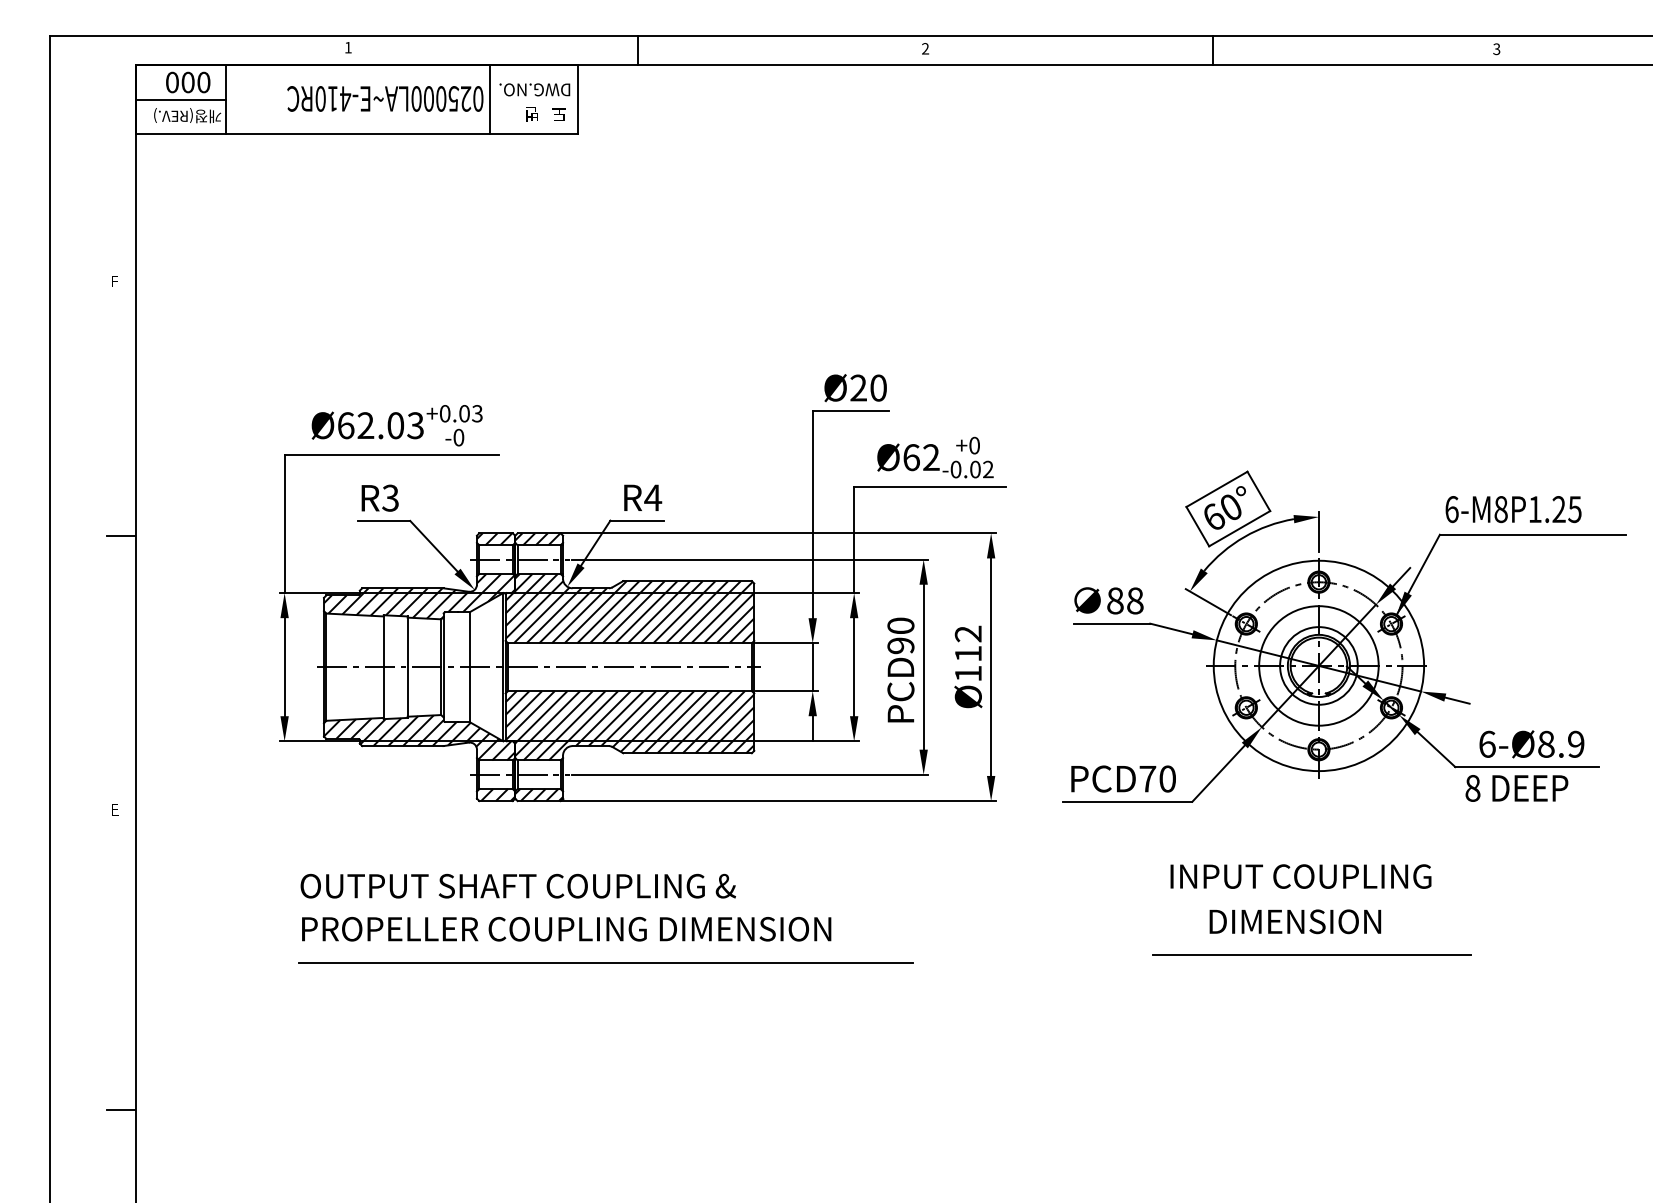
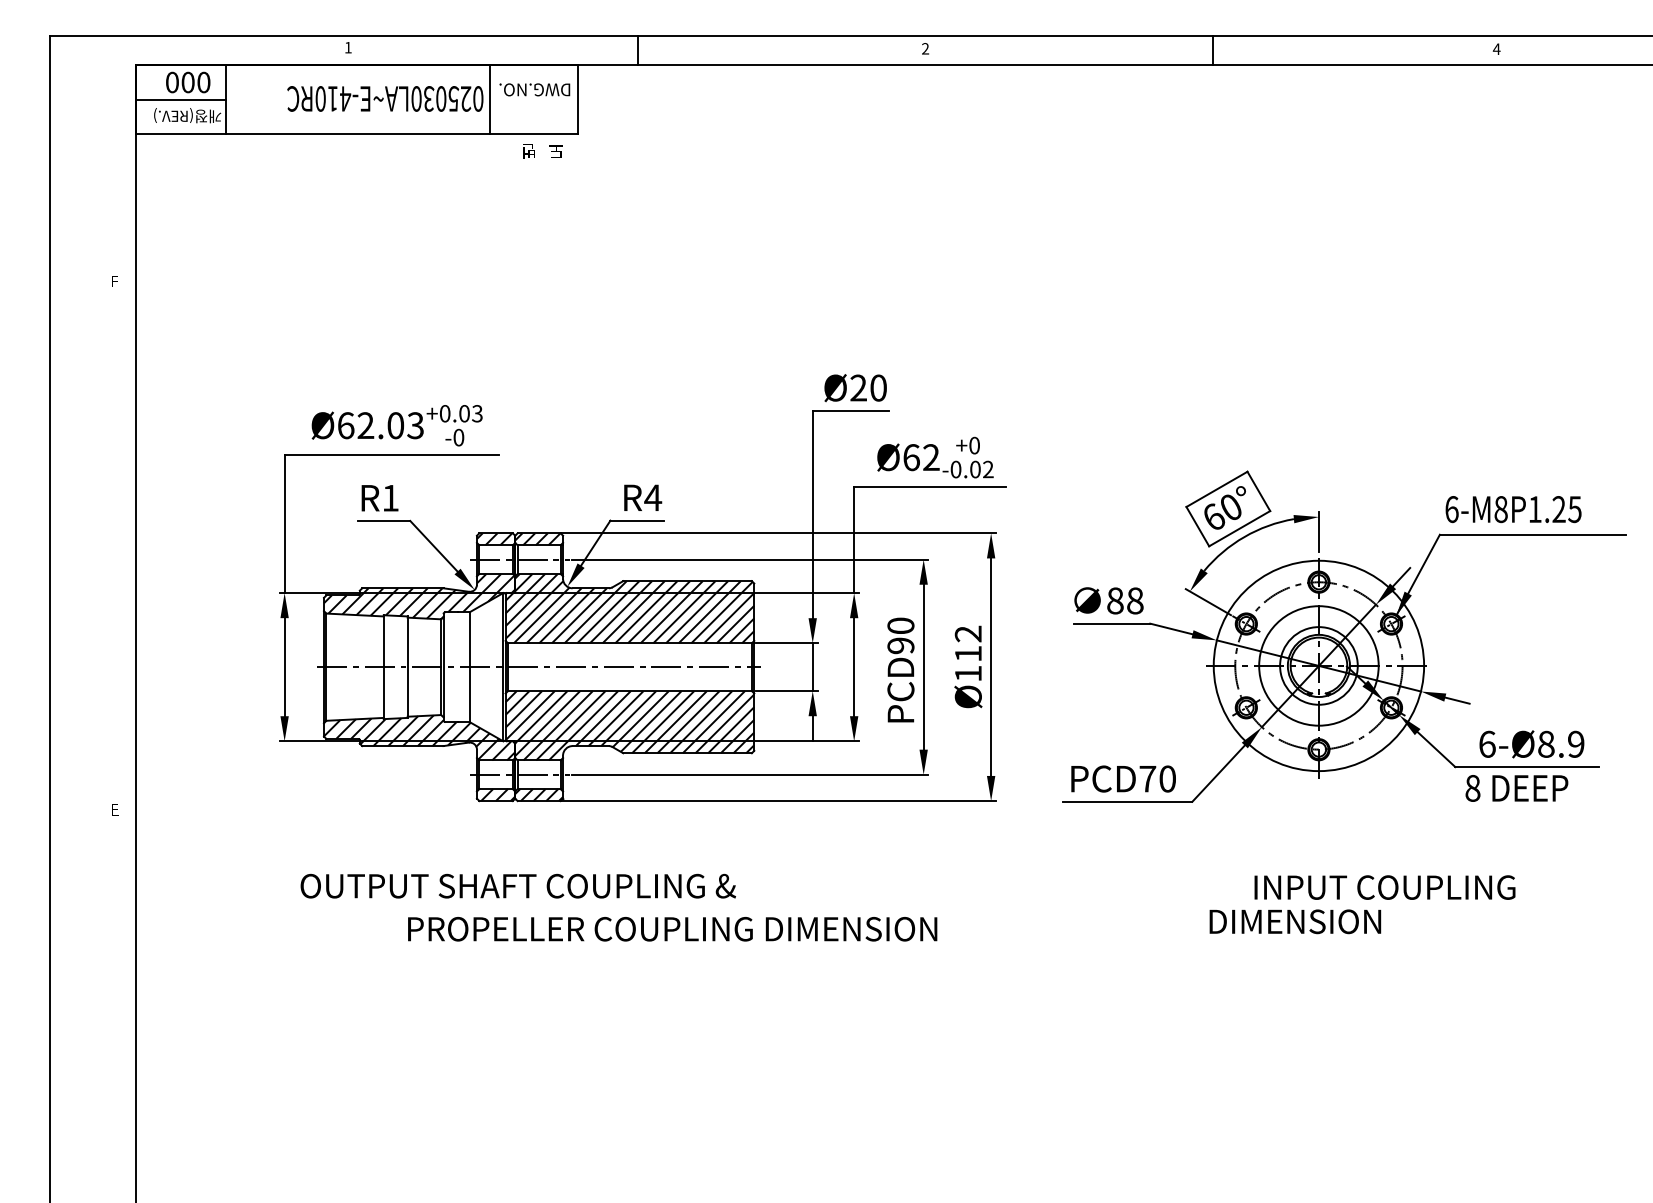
text at (1496, 49): 3 -> 4
text at (429, 98): 025000LA~E-410RC -> 025030LA~E-410RC
text at (545, 114) position: (545, 114) -> (542, 151)
text at (390, 497): R3 -> R1
line at (120, 535): present -> none
text at (1300, 876) position: (1300, 876) -> (1384, 887)
text at (566, 929) position: (566, 929) -> (672, 929)
line at (1311, 954): present -> none
line at (605, 963): present -> none
line at (120, 1110): present -> none
